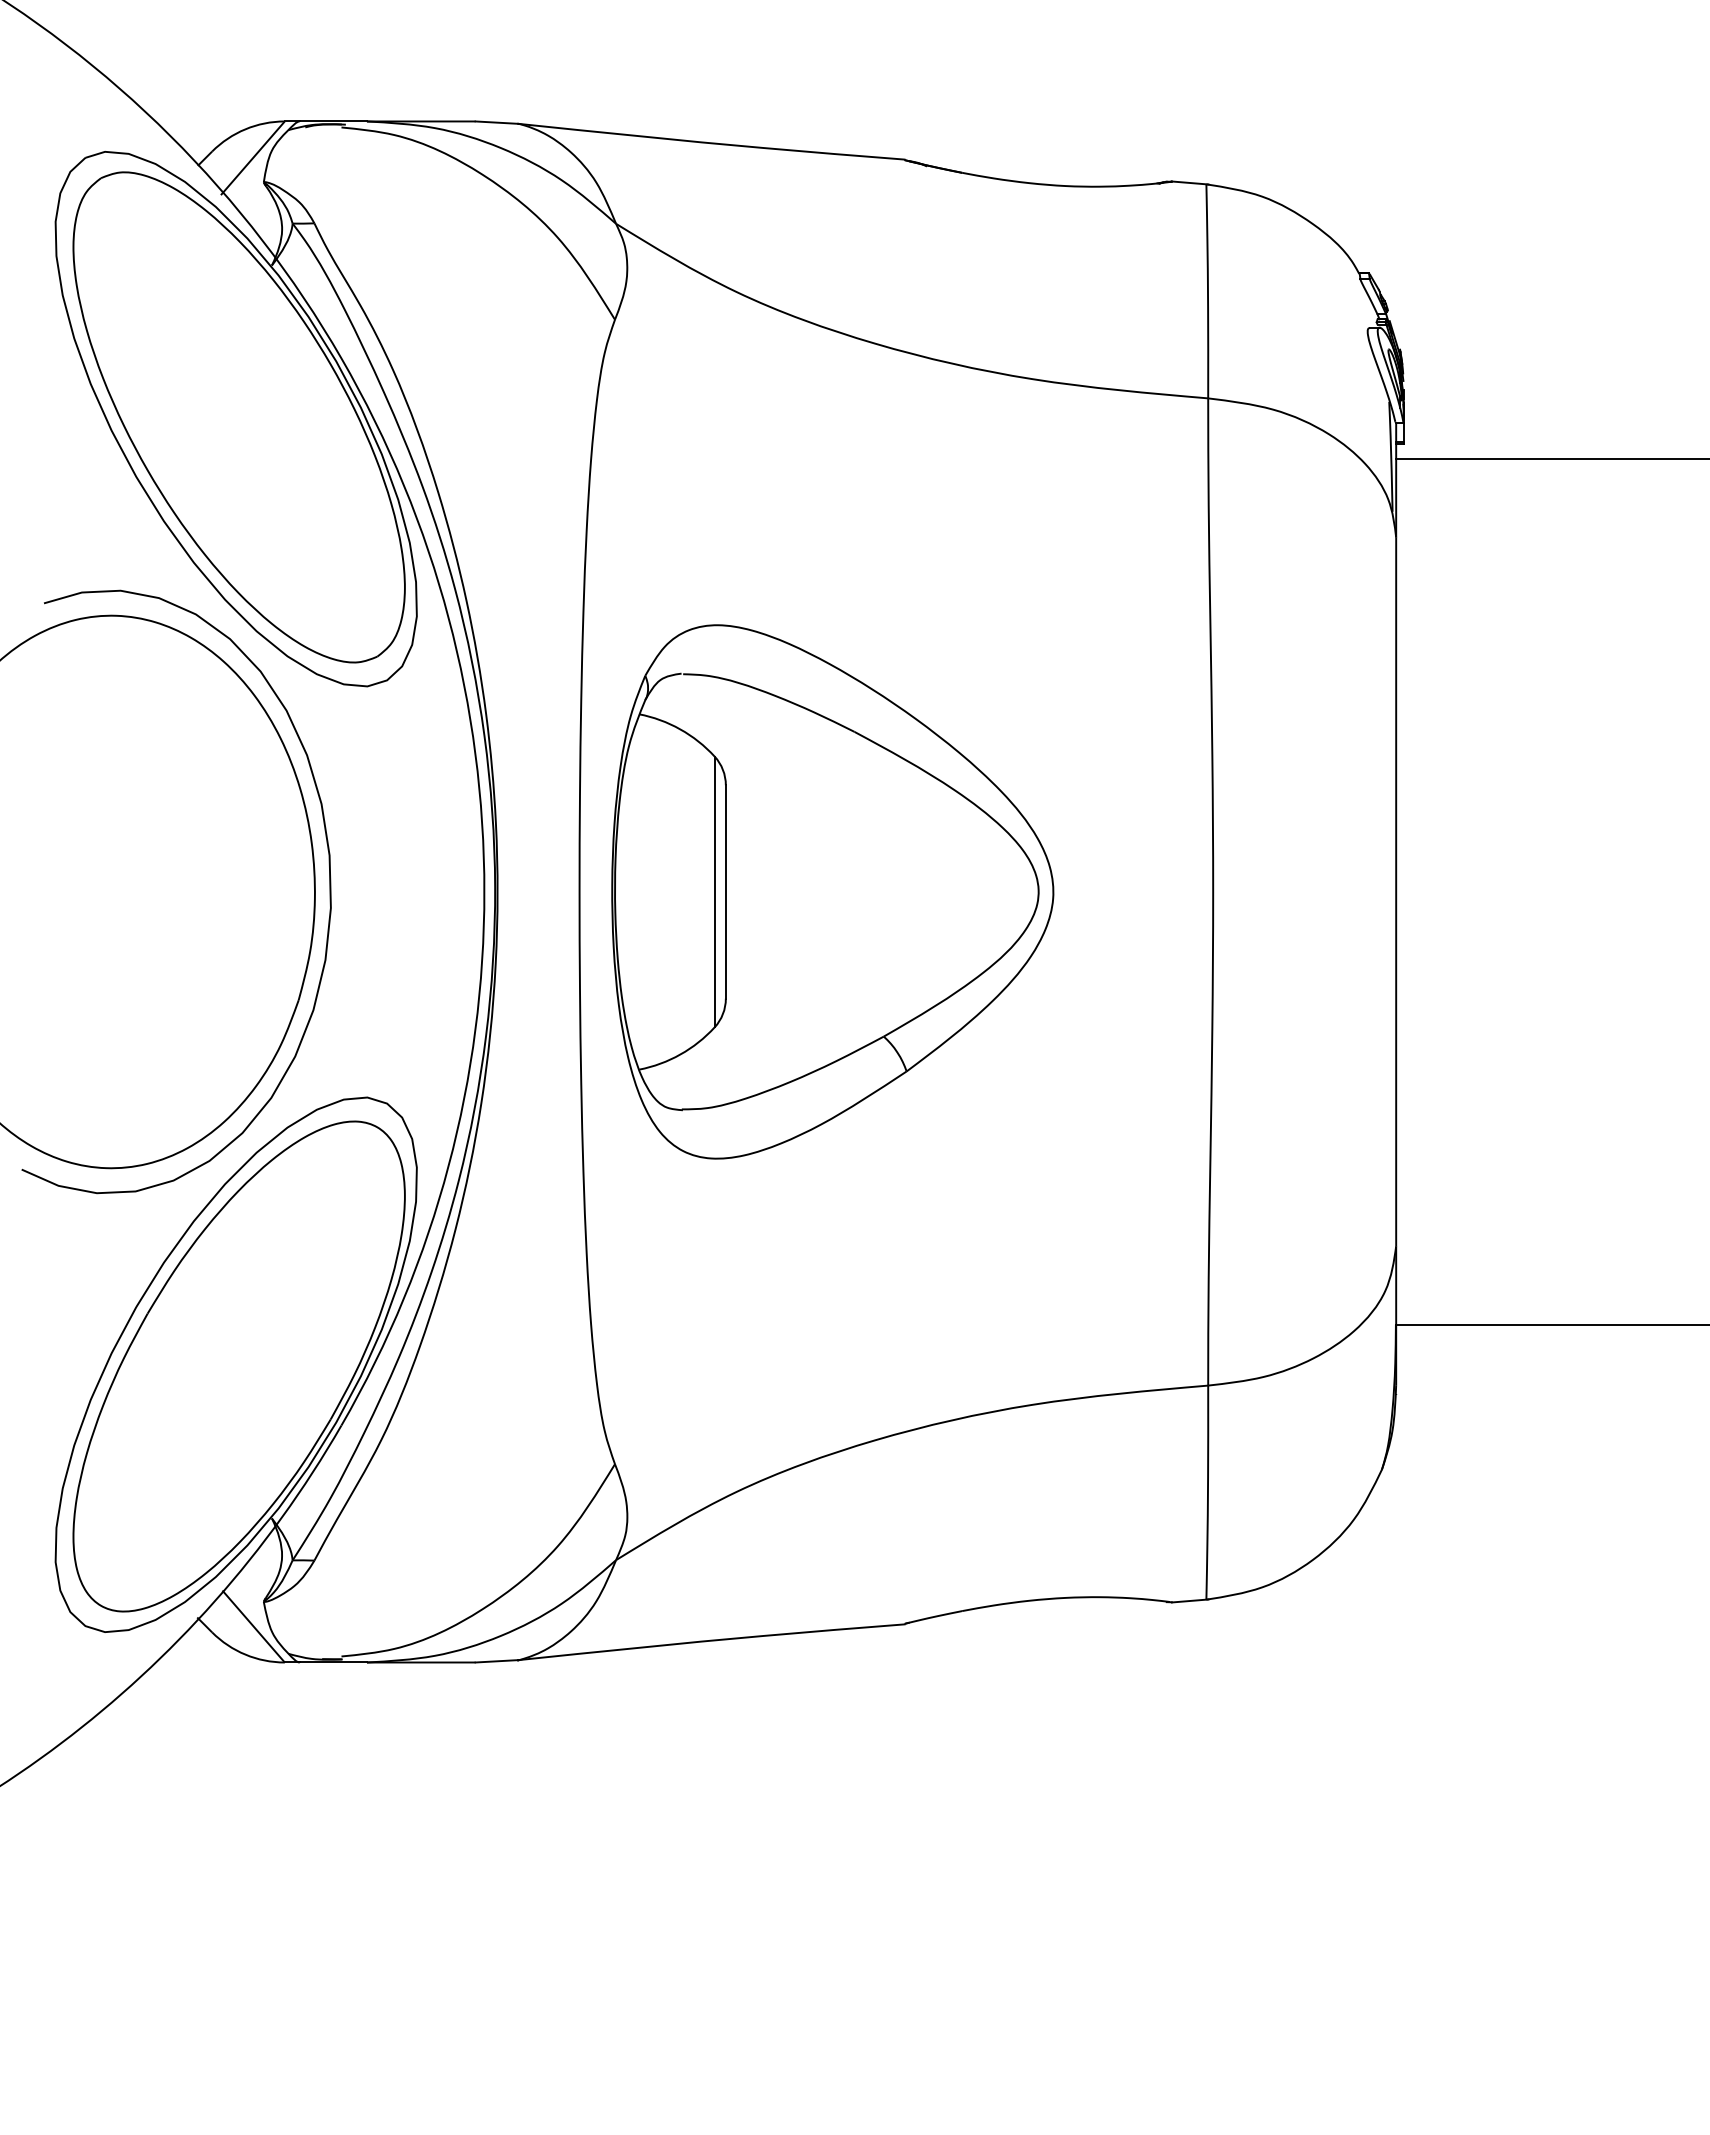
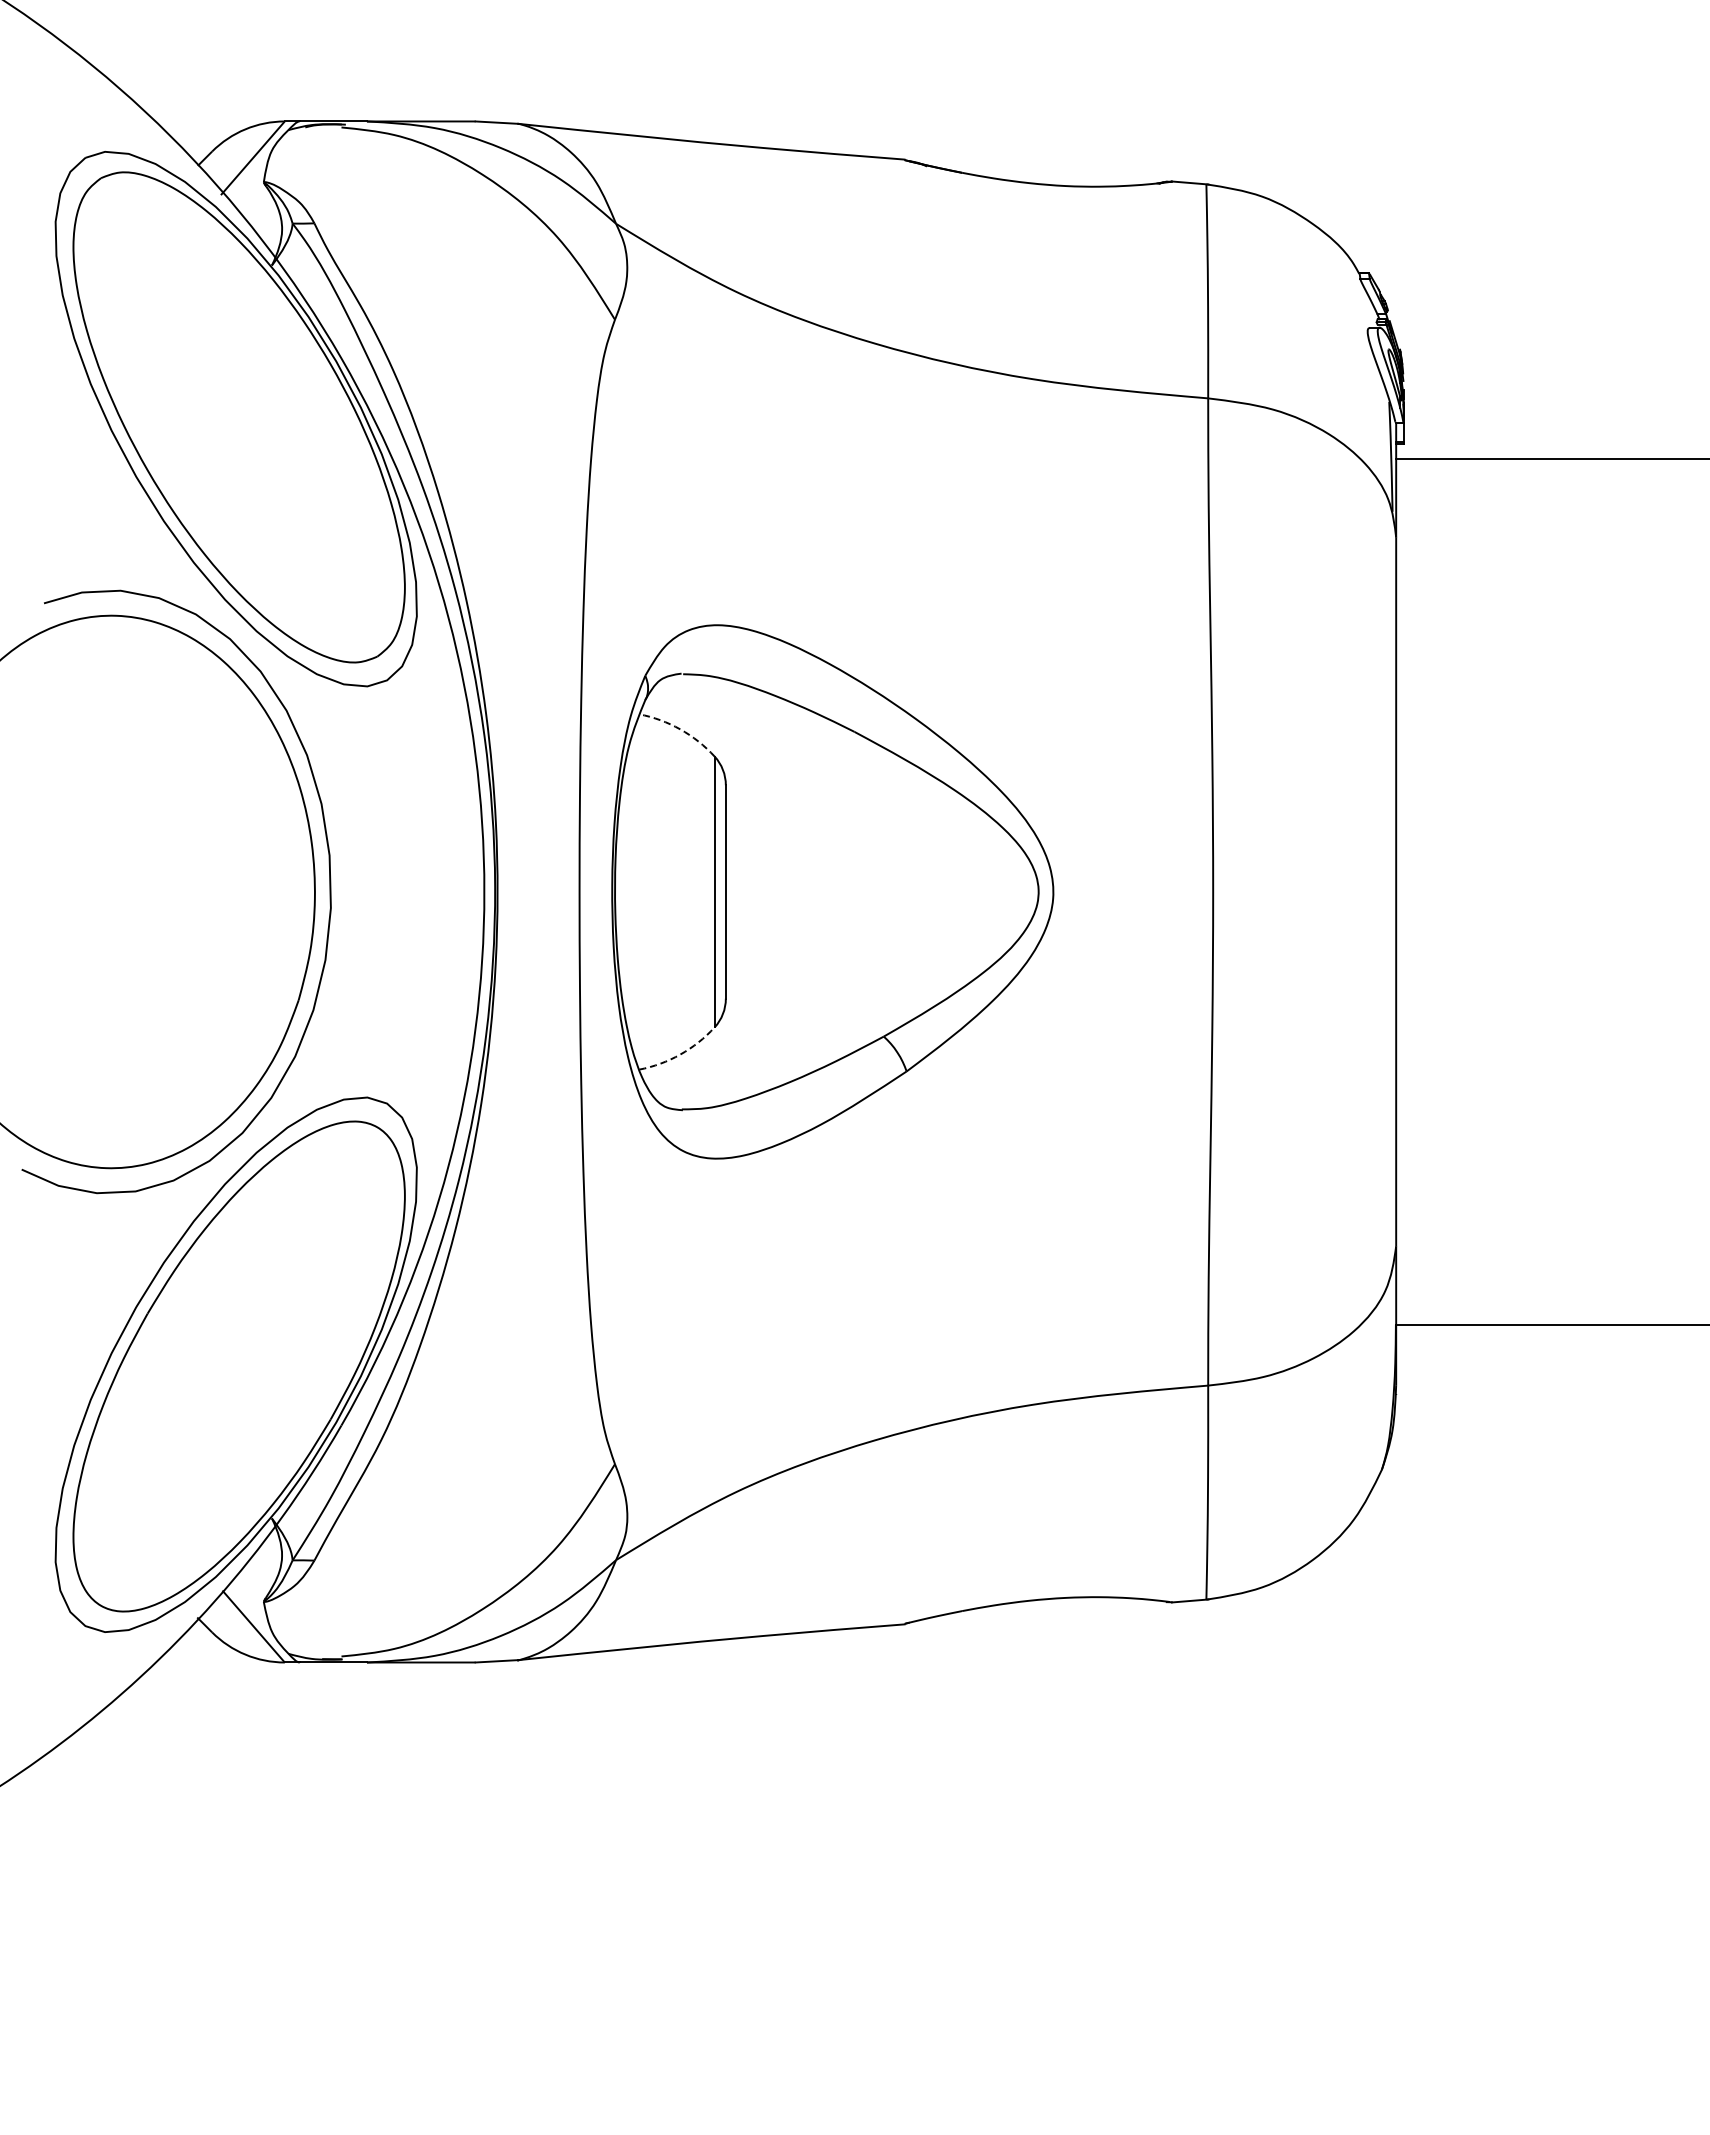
arc at (680, 729): solid -> dashed
arc at (680, 1054): solid -> dashed
